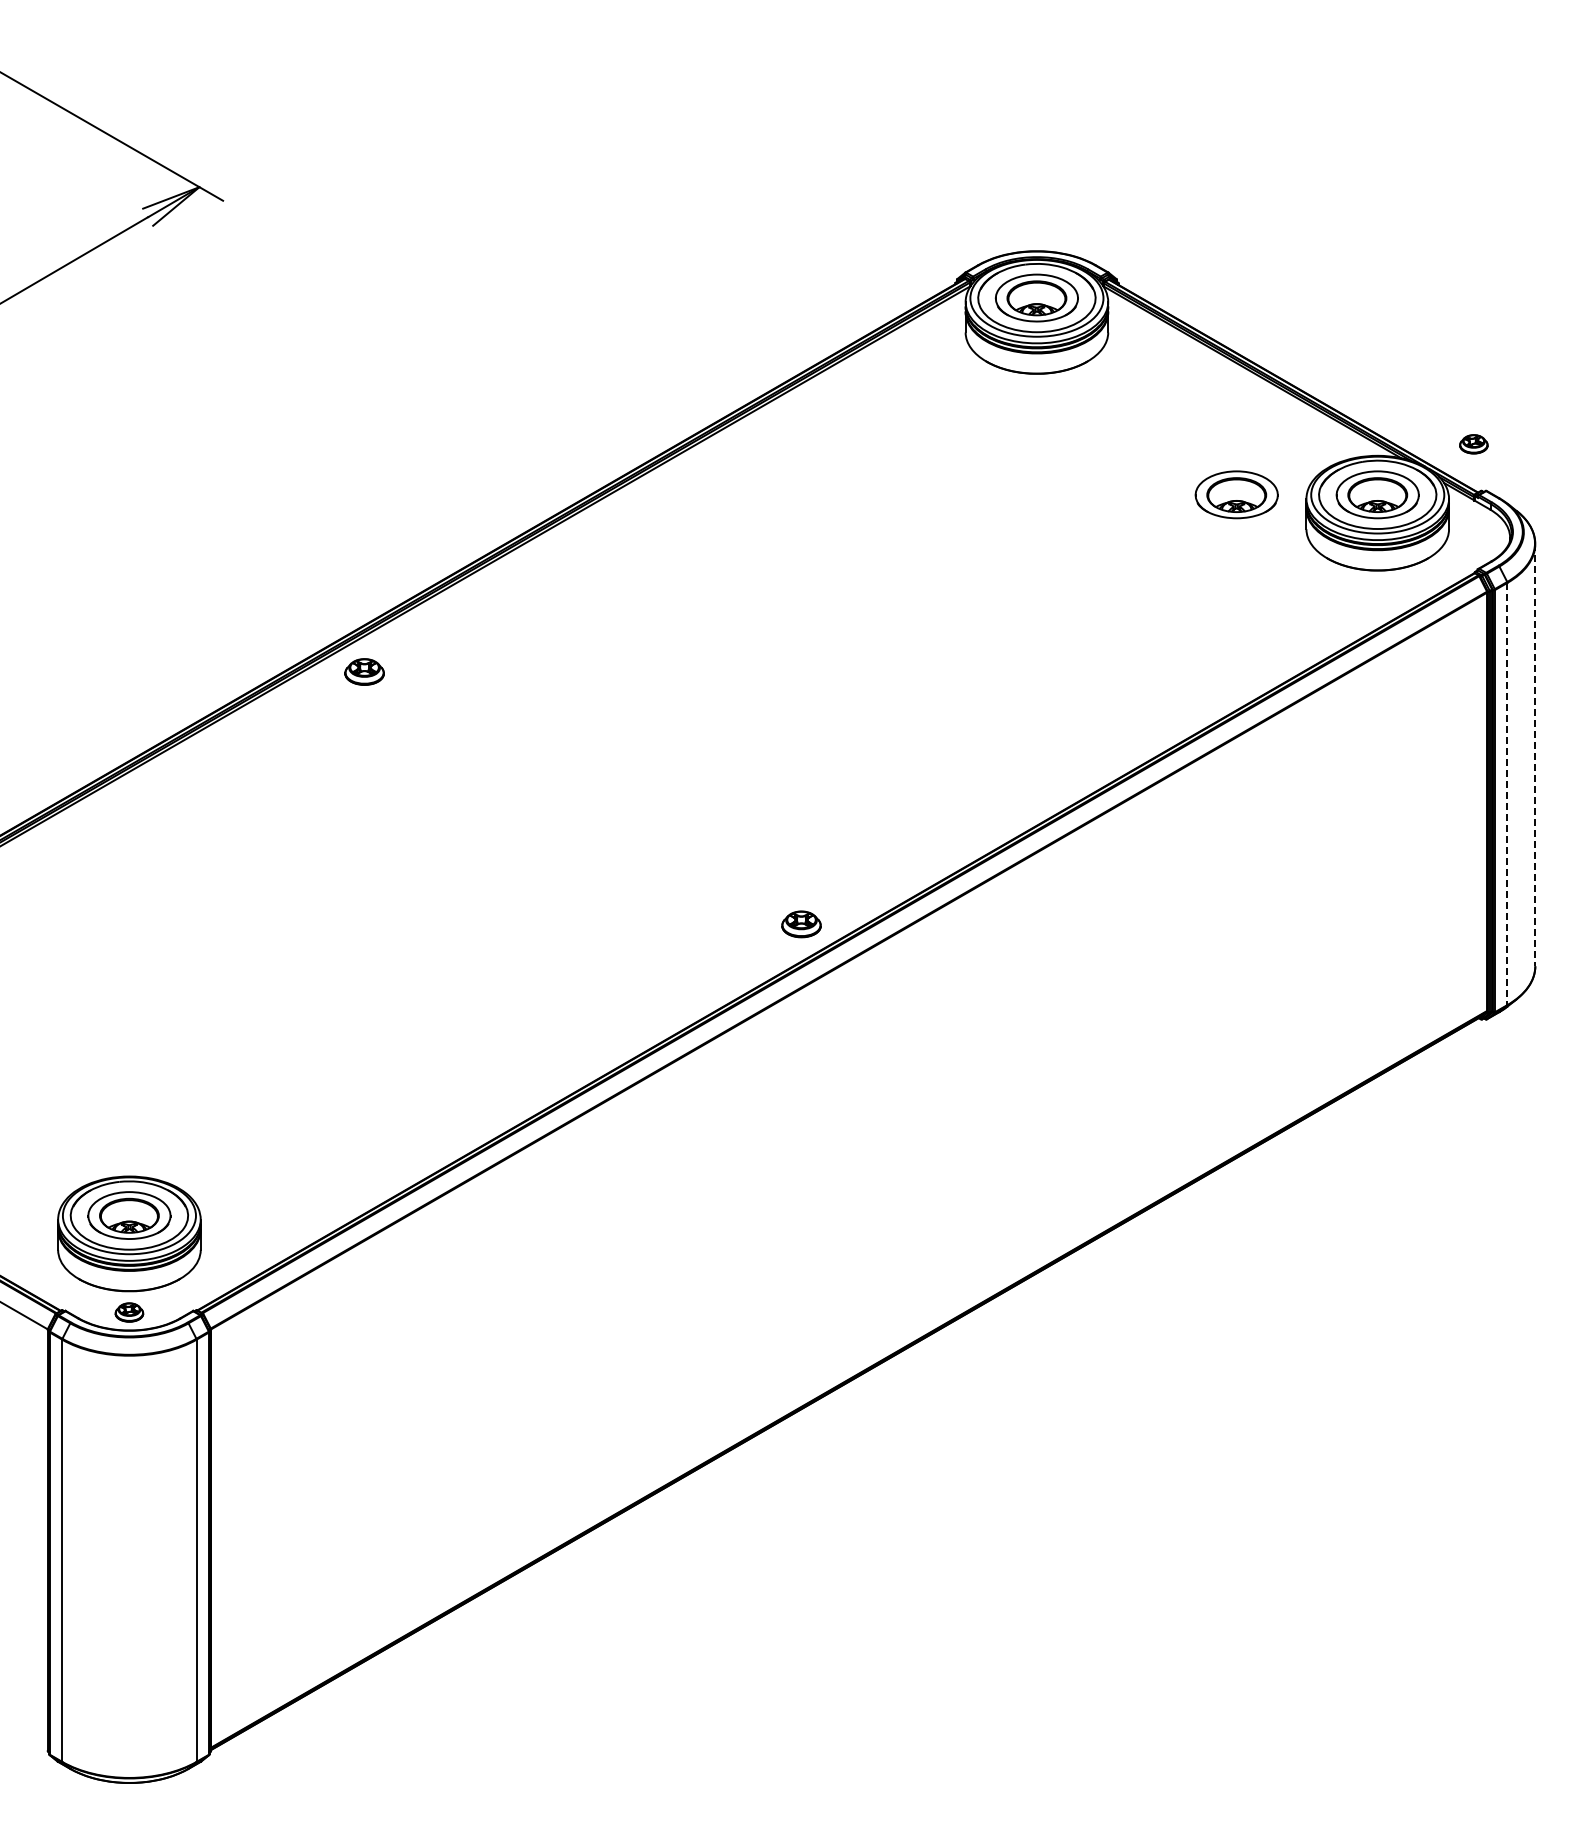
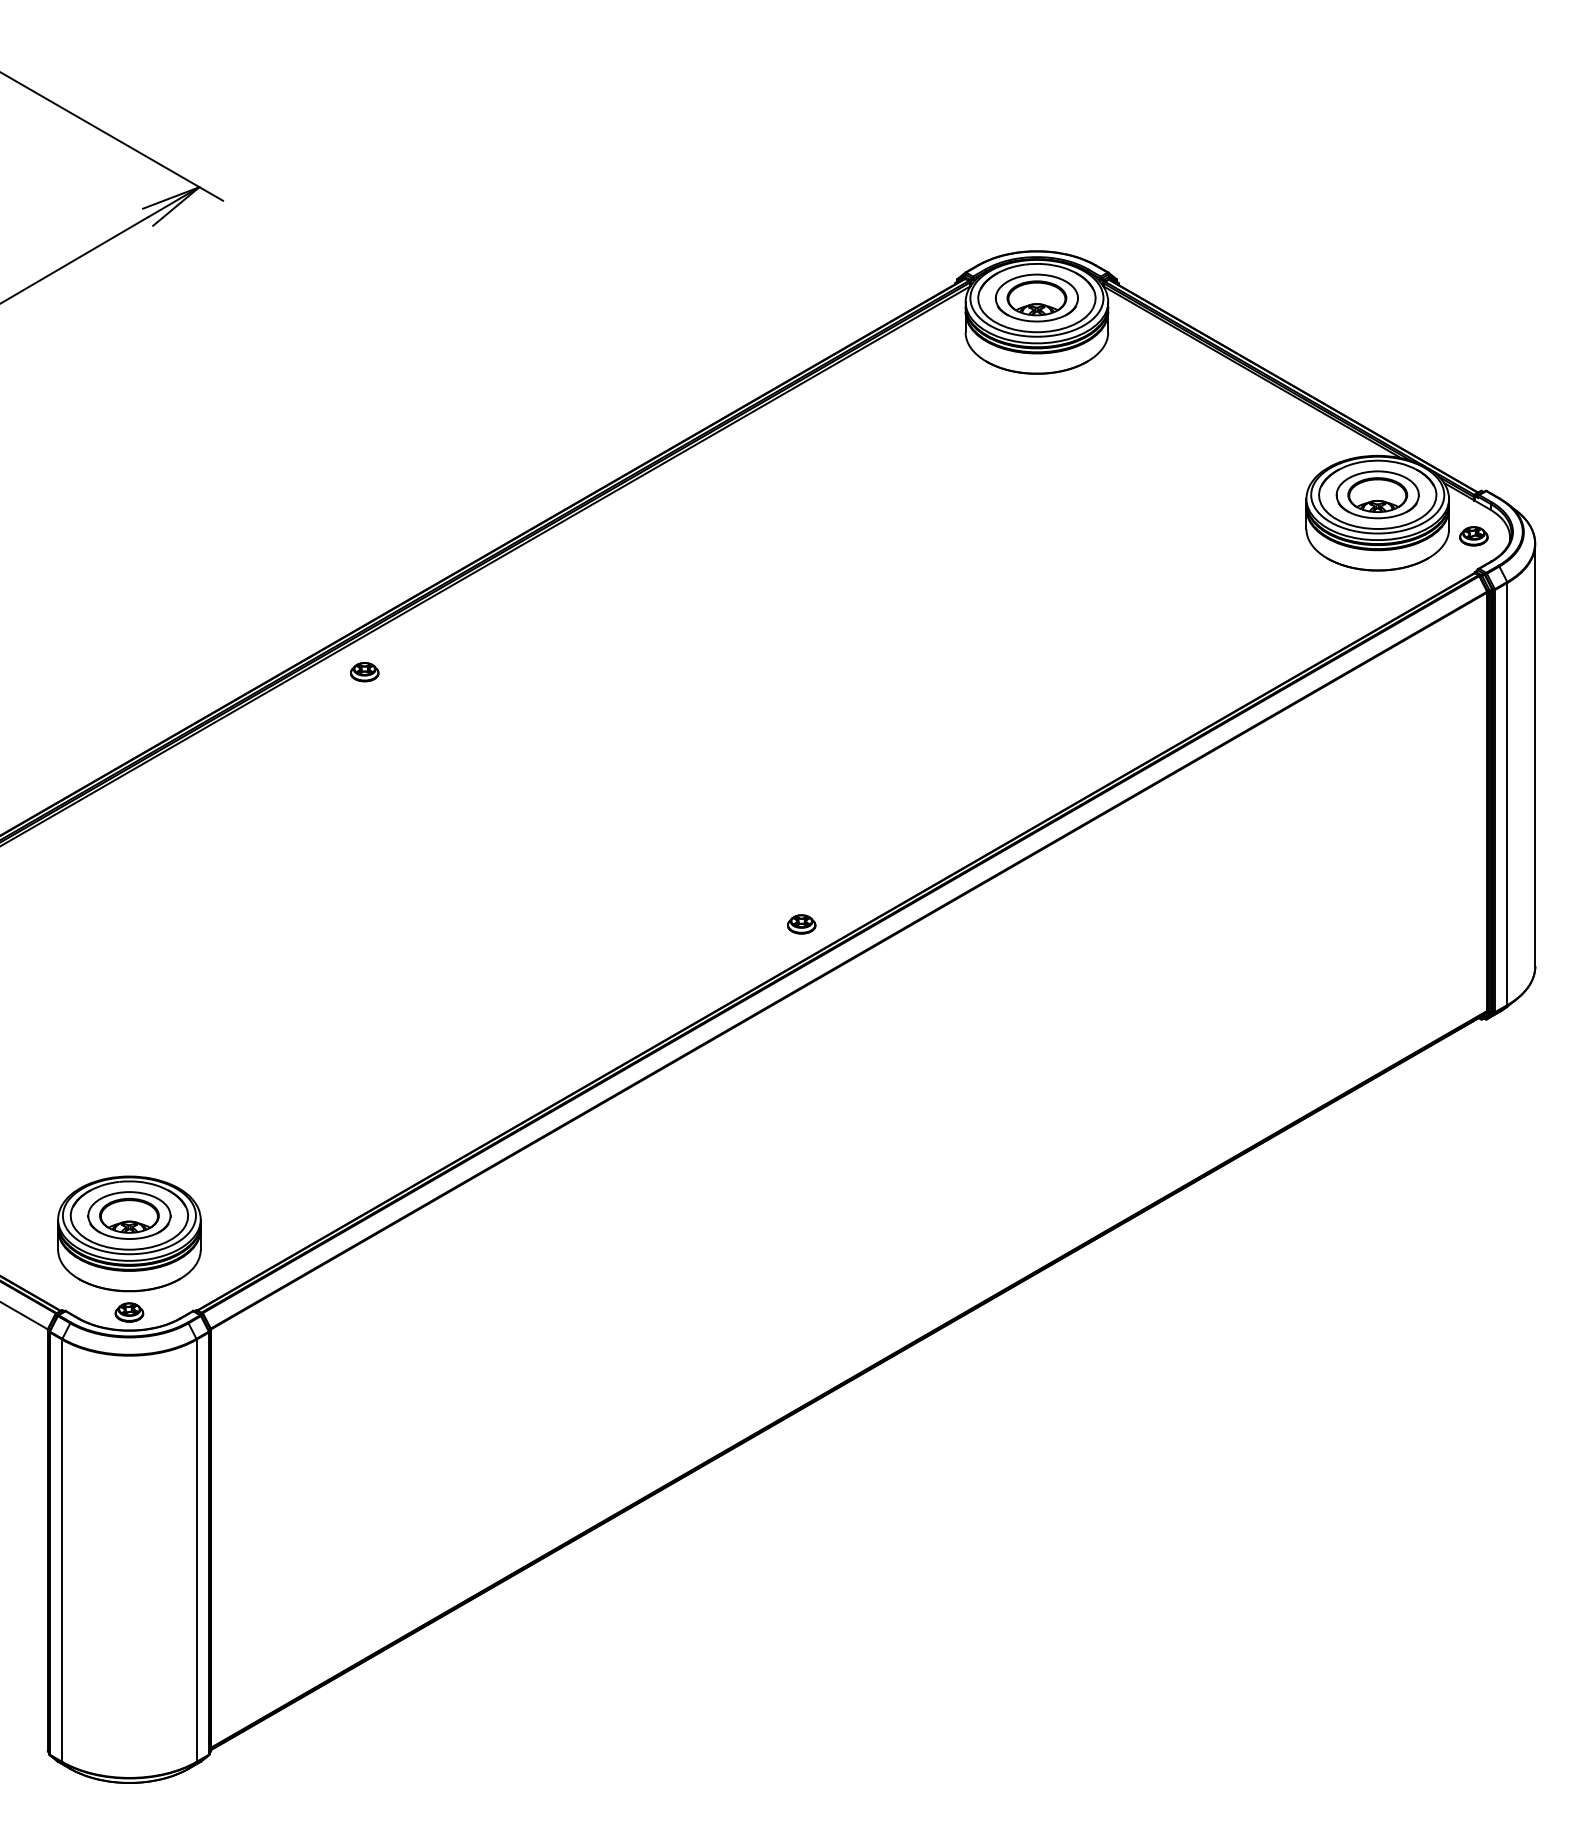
part at (1473, 444) position: (1473, 444) -> (1473, 536)
part at (1236, 494): present -> none
part at (364, 671) size: 41x28 px -> 30x21 px
line at (1535, 755): dashed -> solid
line at (1507, 794): dashed -> solid
part at (801, 924) size: 41x29 px -> 30x21 px
